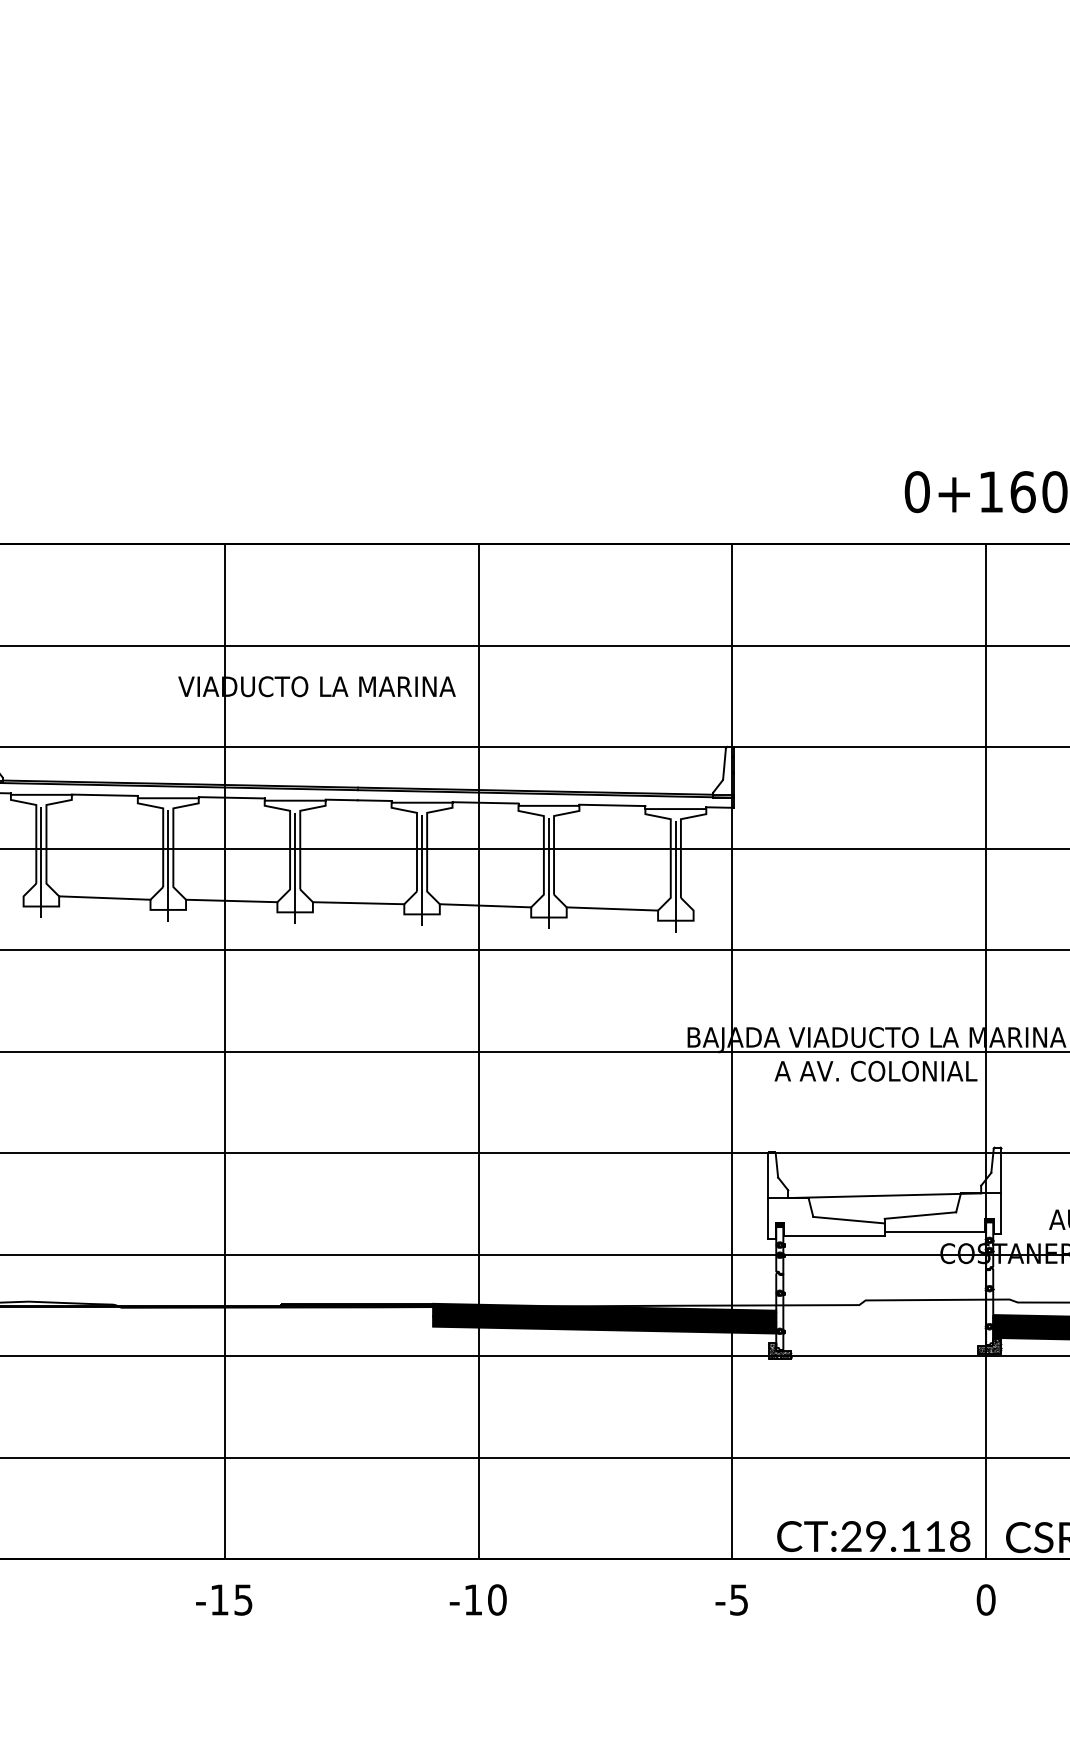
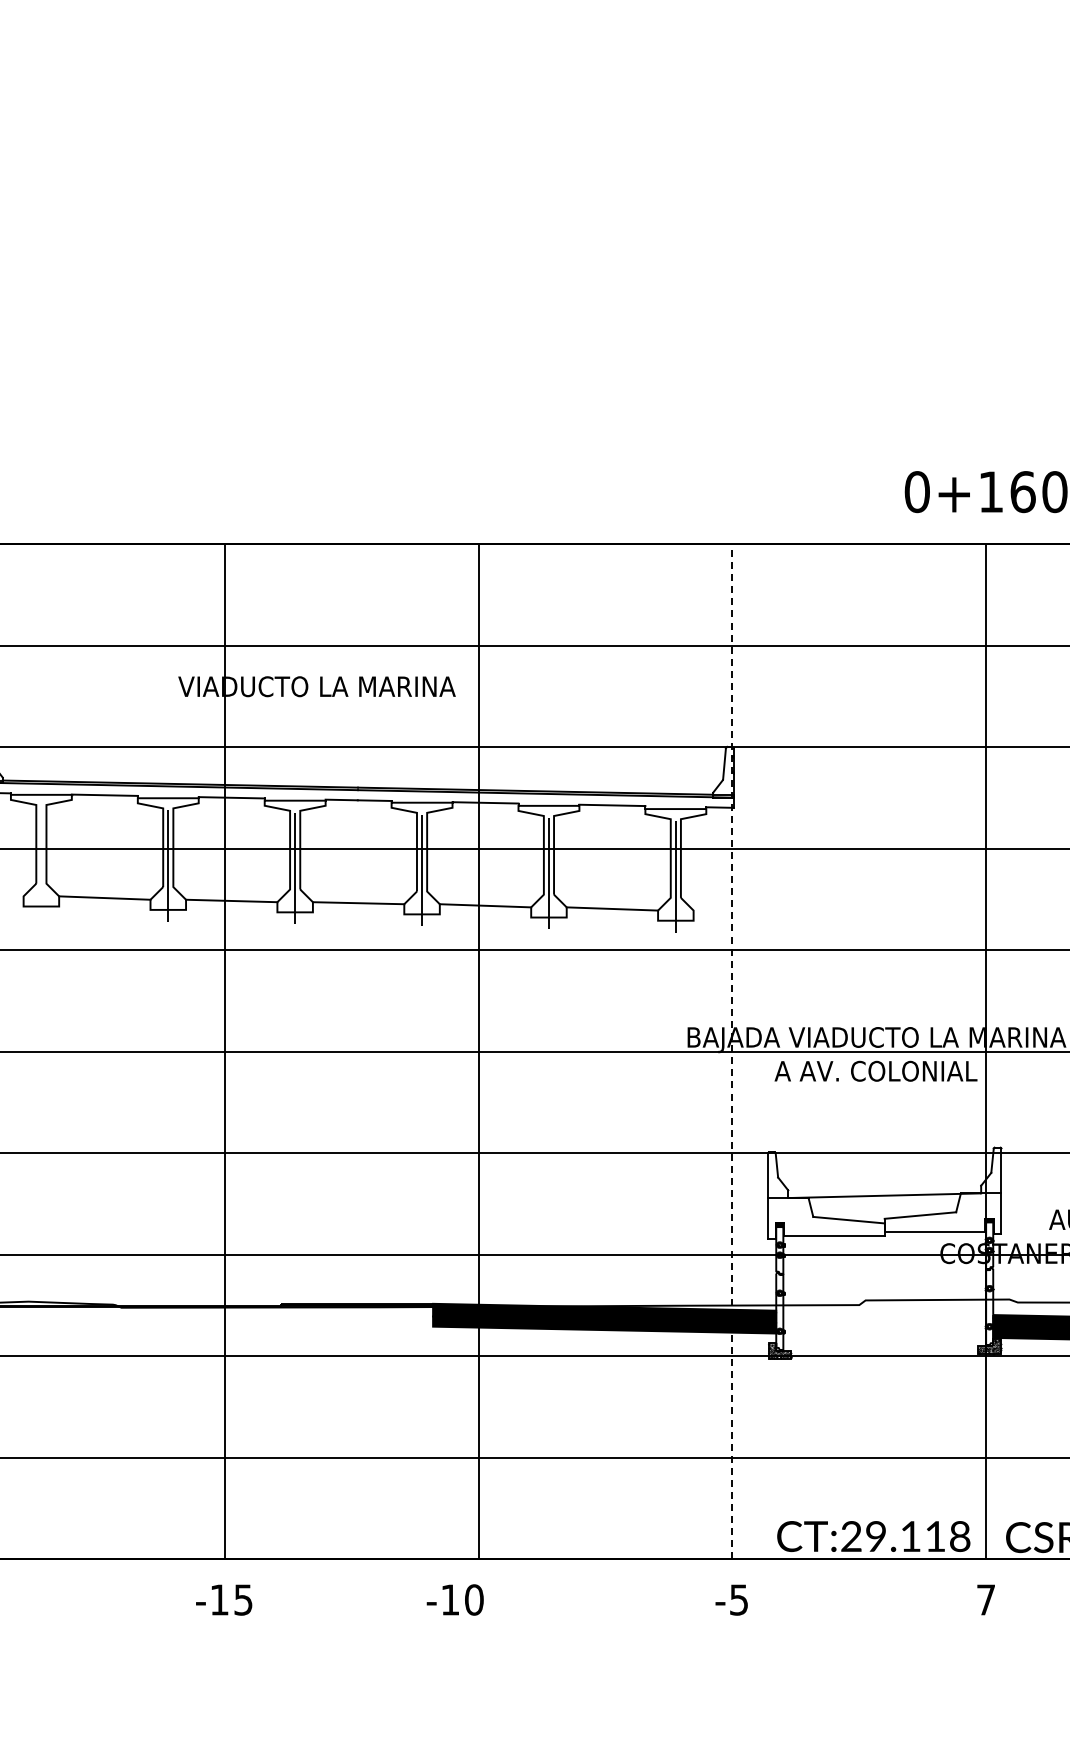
line at (41, 862): present -> none
line at (732, 1051): solid -> dashed
text at (477, 1599) position: (477, 1599) -> (454, 1599)
text at (985, 1599): 0 -> 7
